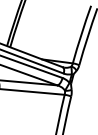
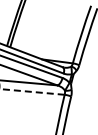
line at (31, 91): solid -> dashed
